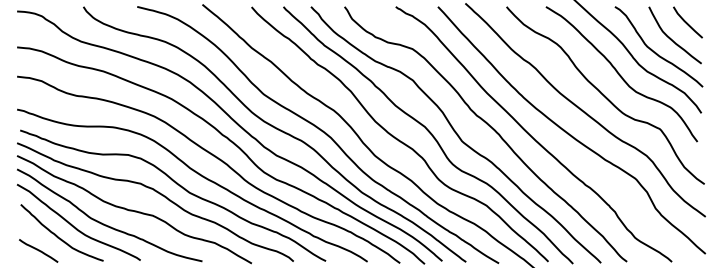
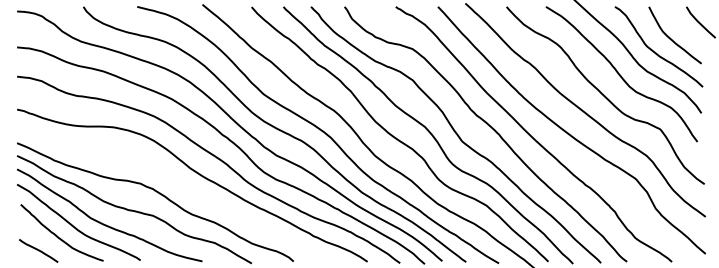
line at (687, 22) position: (687, 22) -> (700, 22)
curve at (180, 187): present -> none
